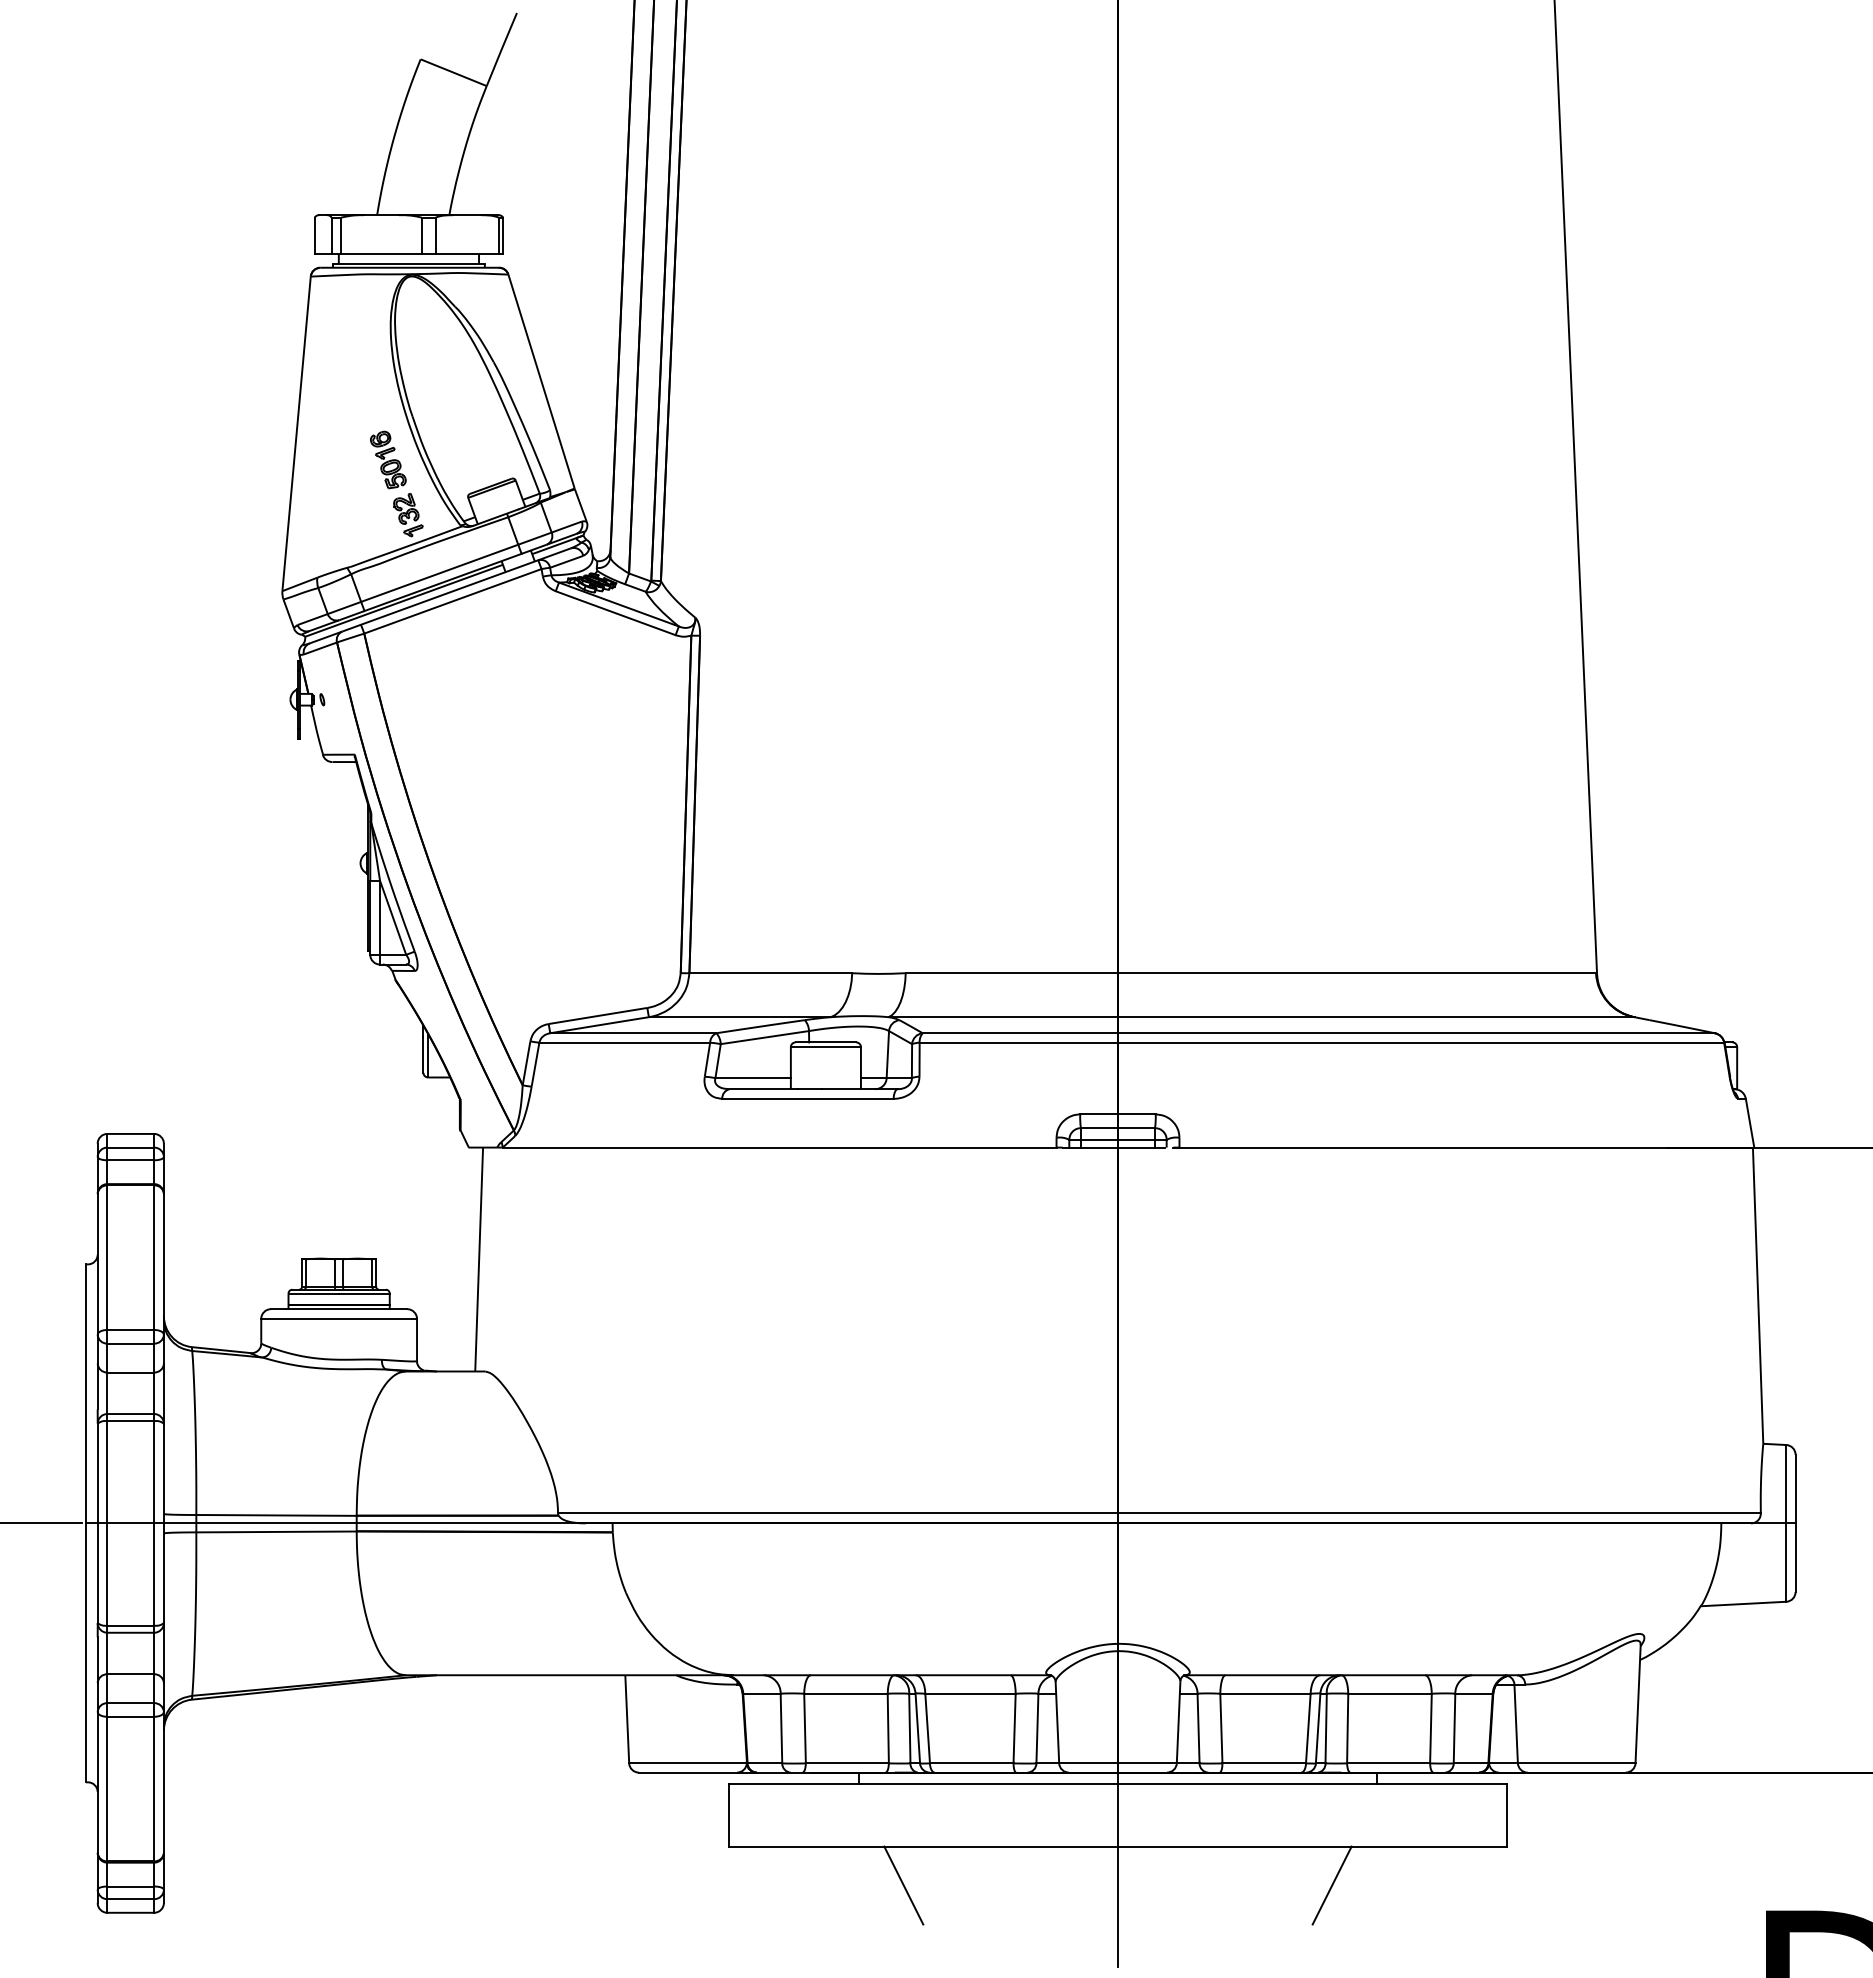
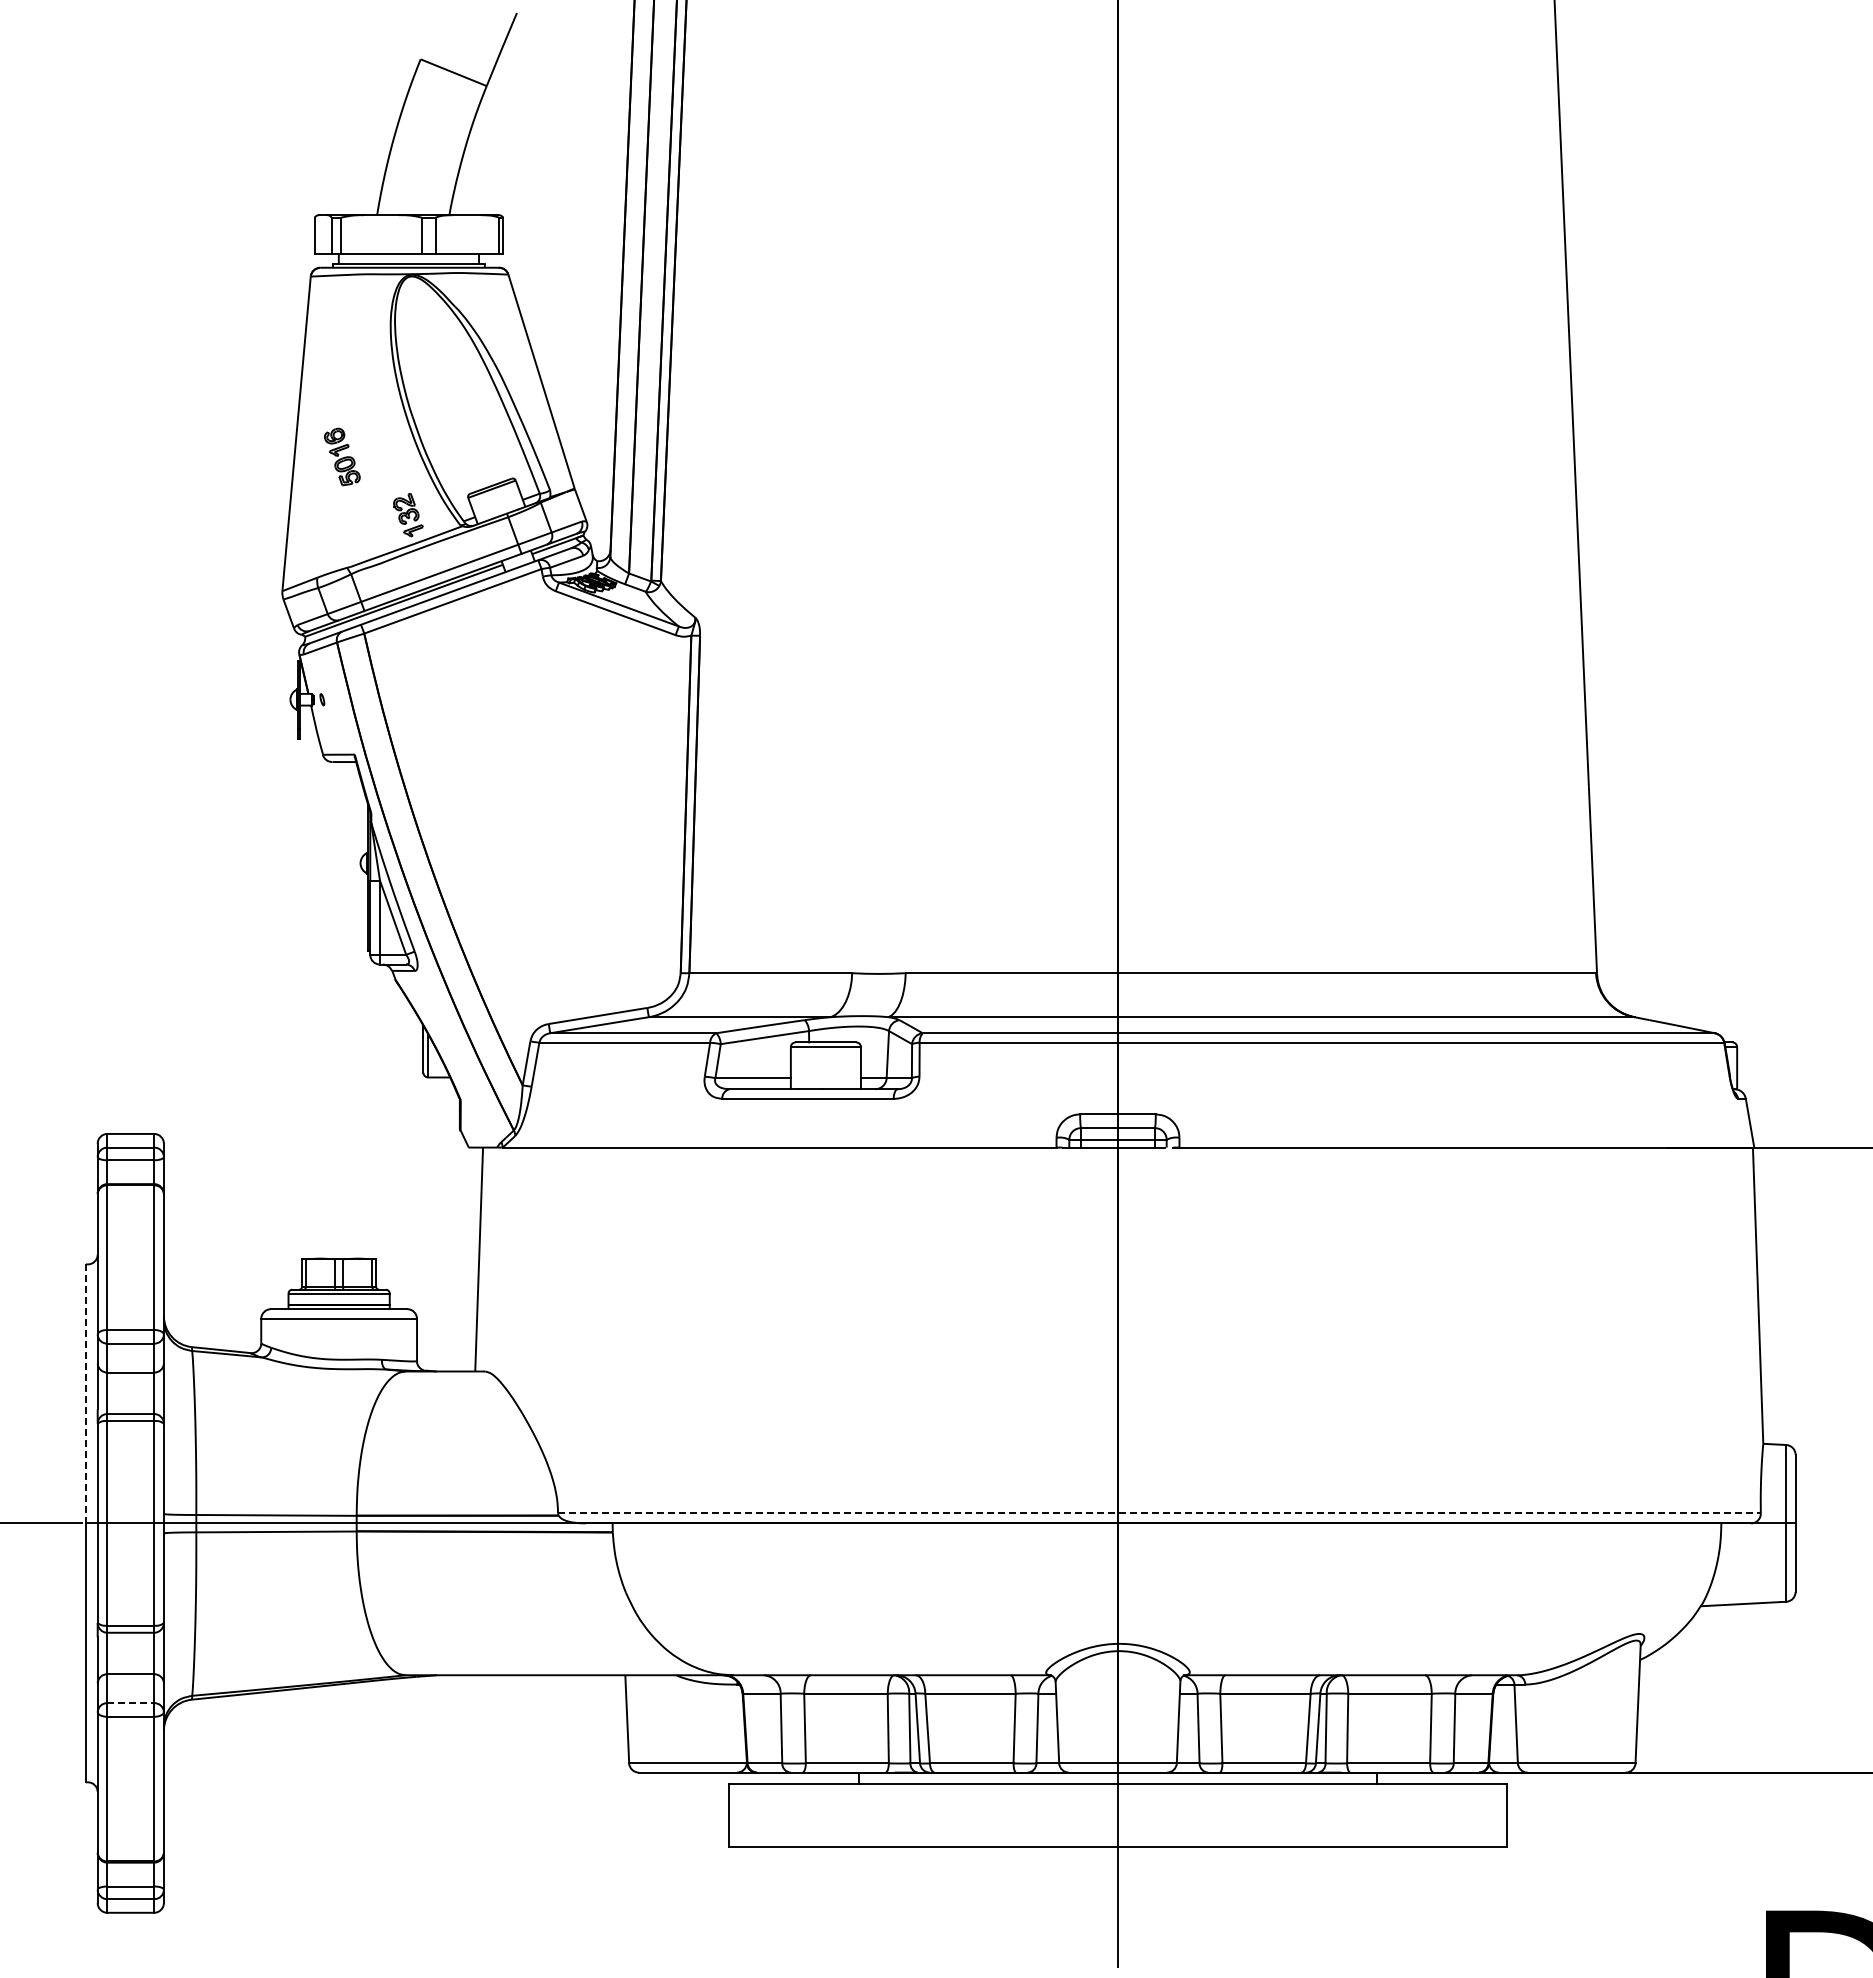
part at (388, 459) position: (388, 459) -> (342, 456)
line at (86, 1394): solid -> dashed
line at (1159, 1513): solid -> dashed
line at (131, 1703): solid -> dashed
line at (903, 1885): present -> none
line at (1331, 1885): present -> none
